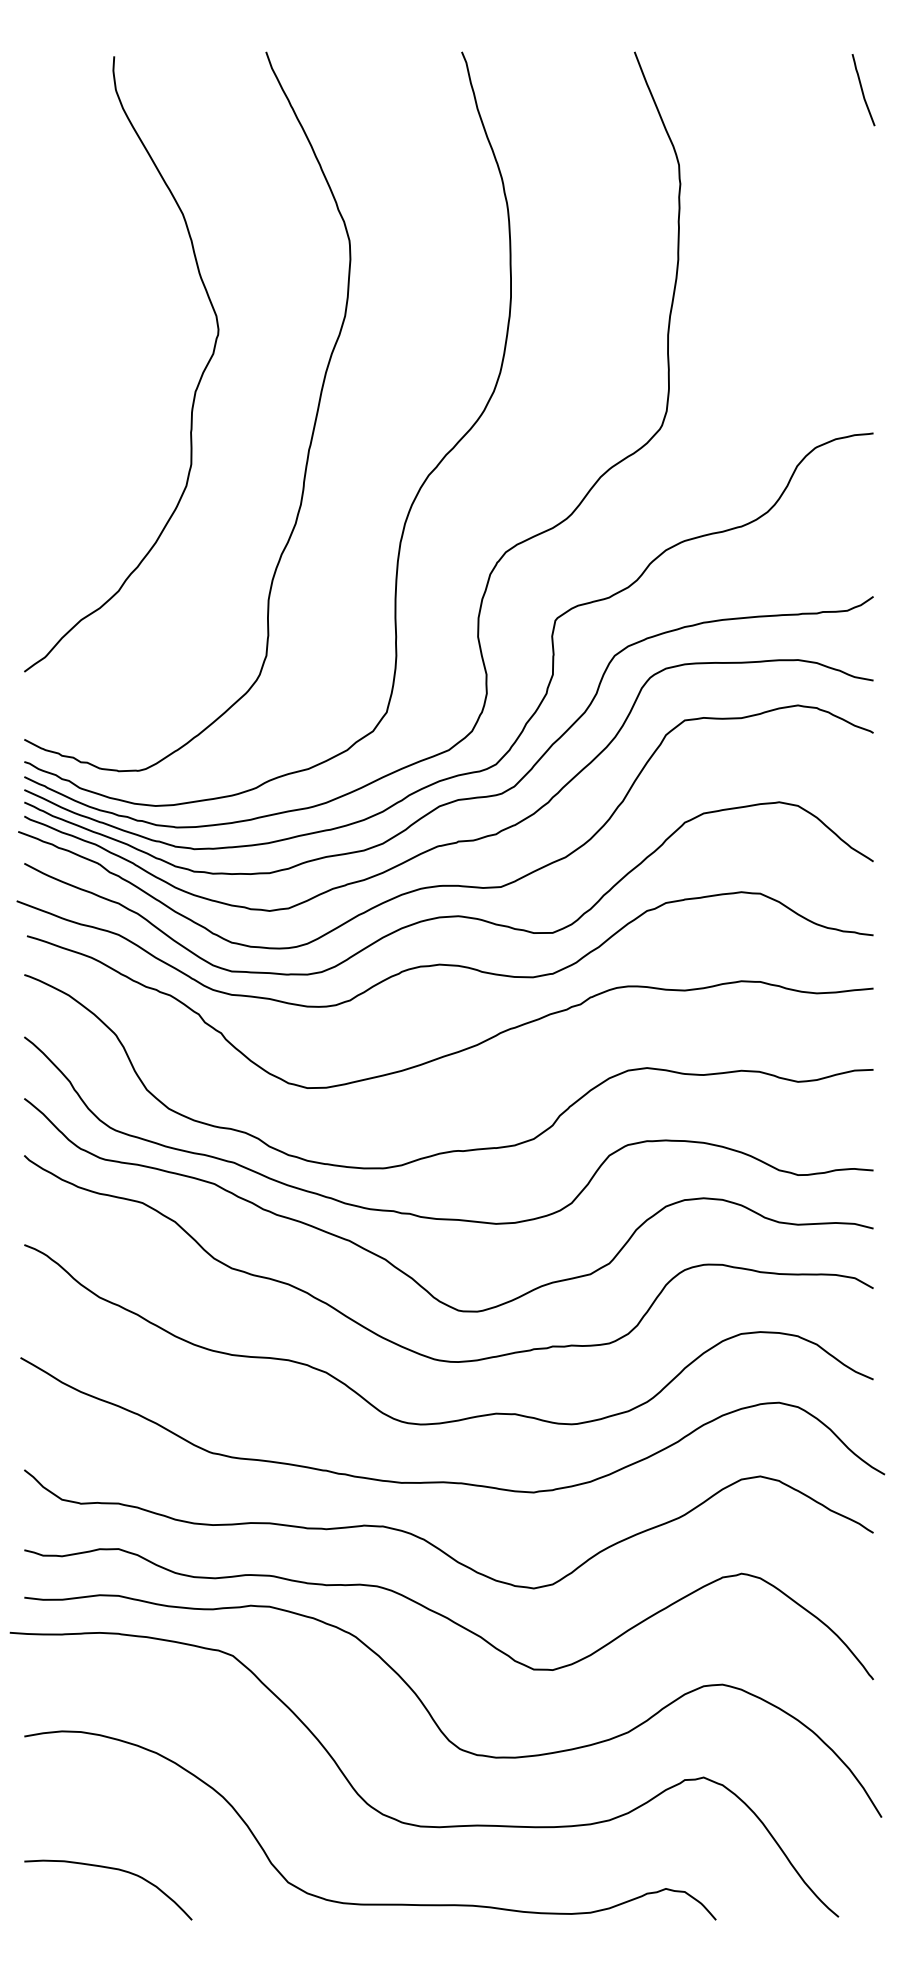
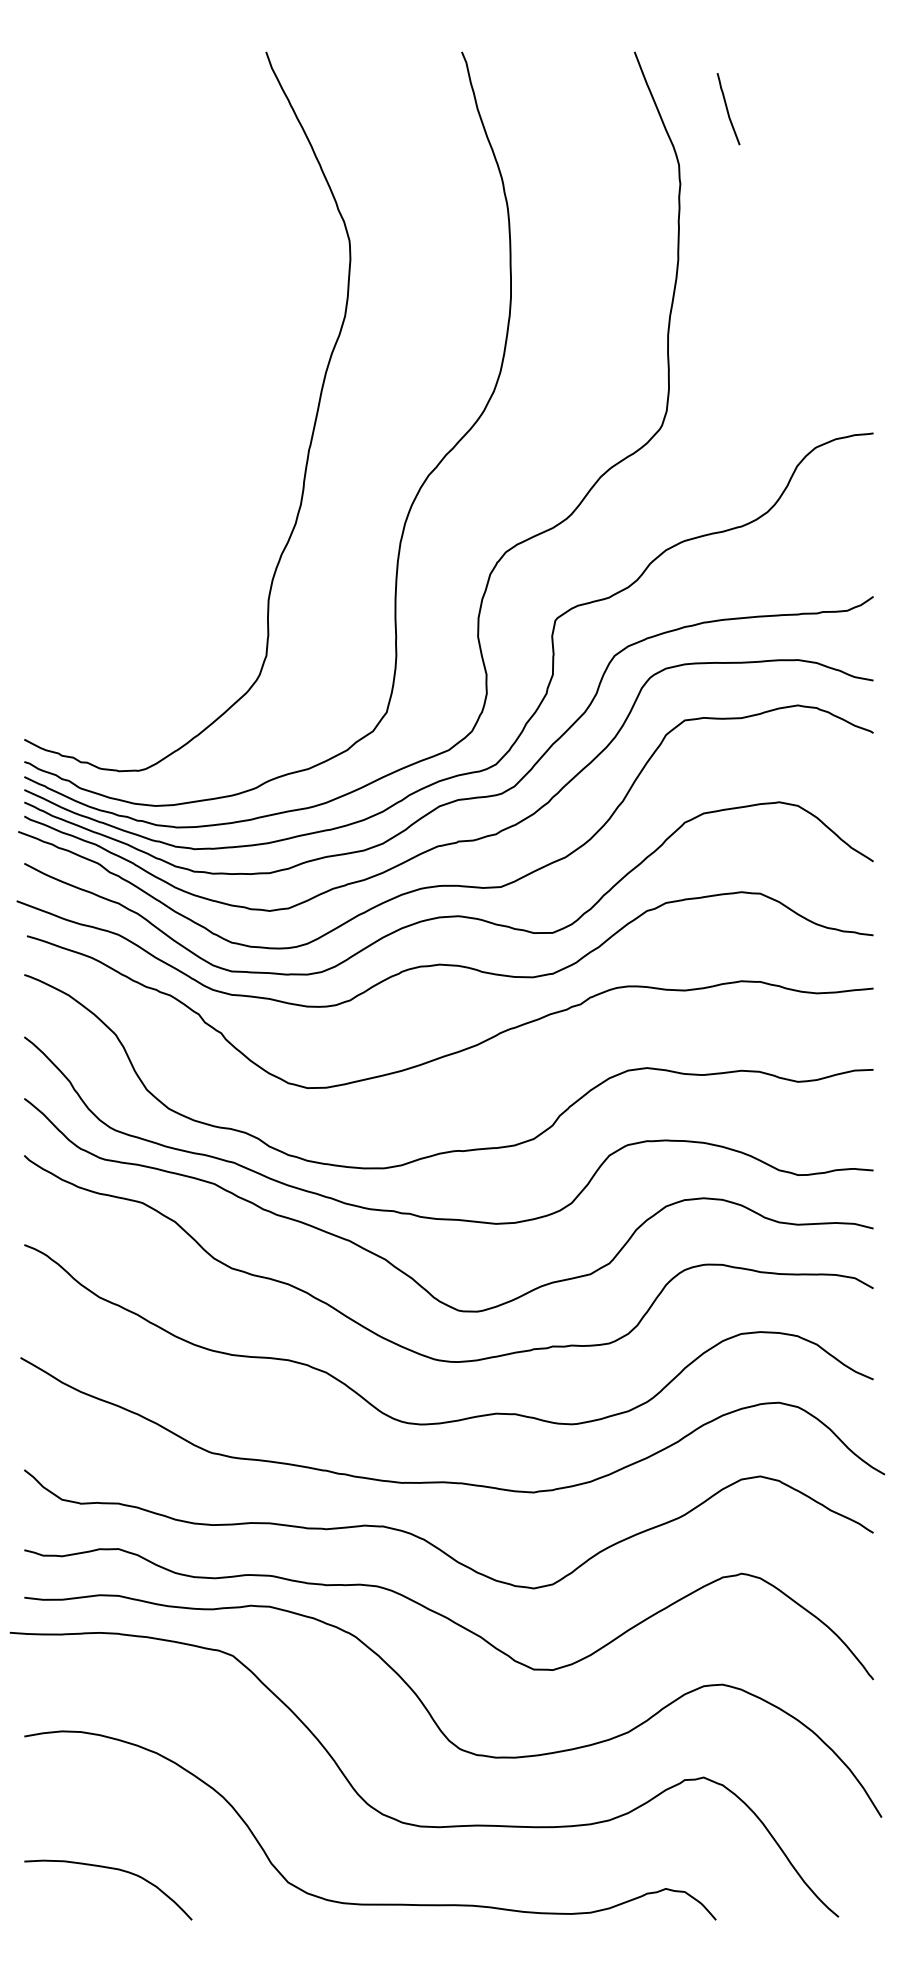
curve at (863, 90) position: (863, 90) -> (728, 109)
curve at (194, 391): present -> none
